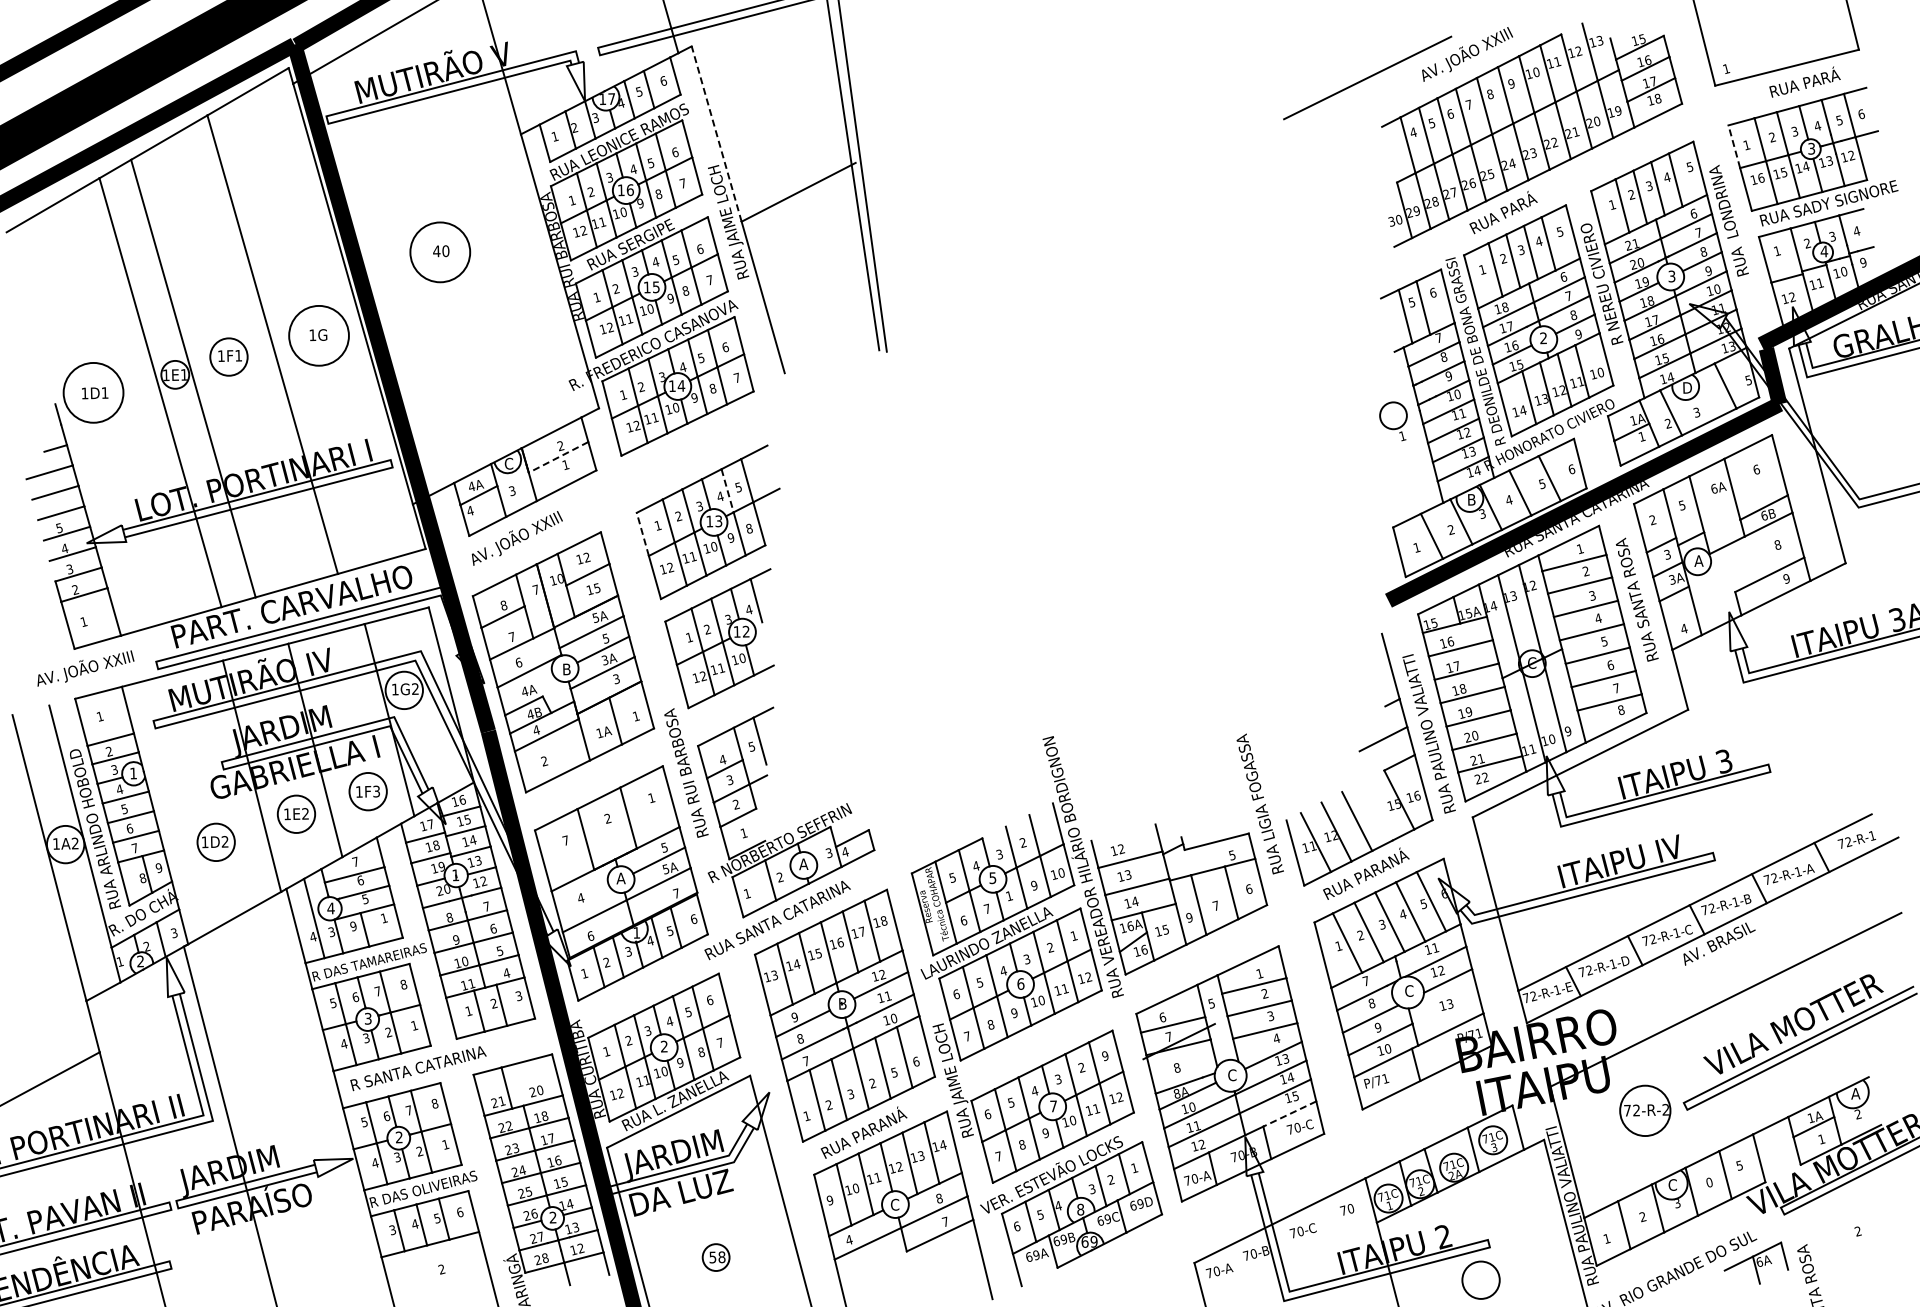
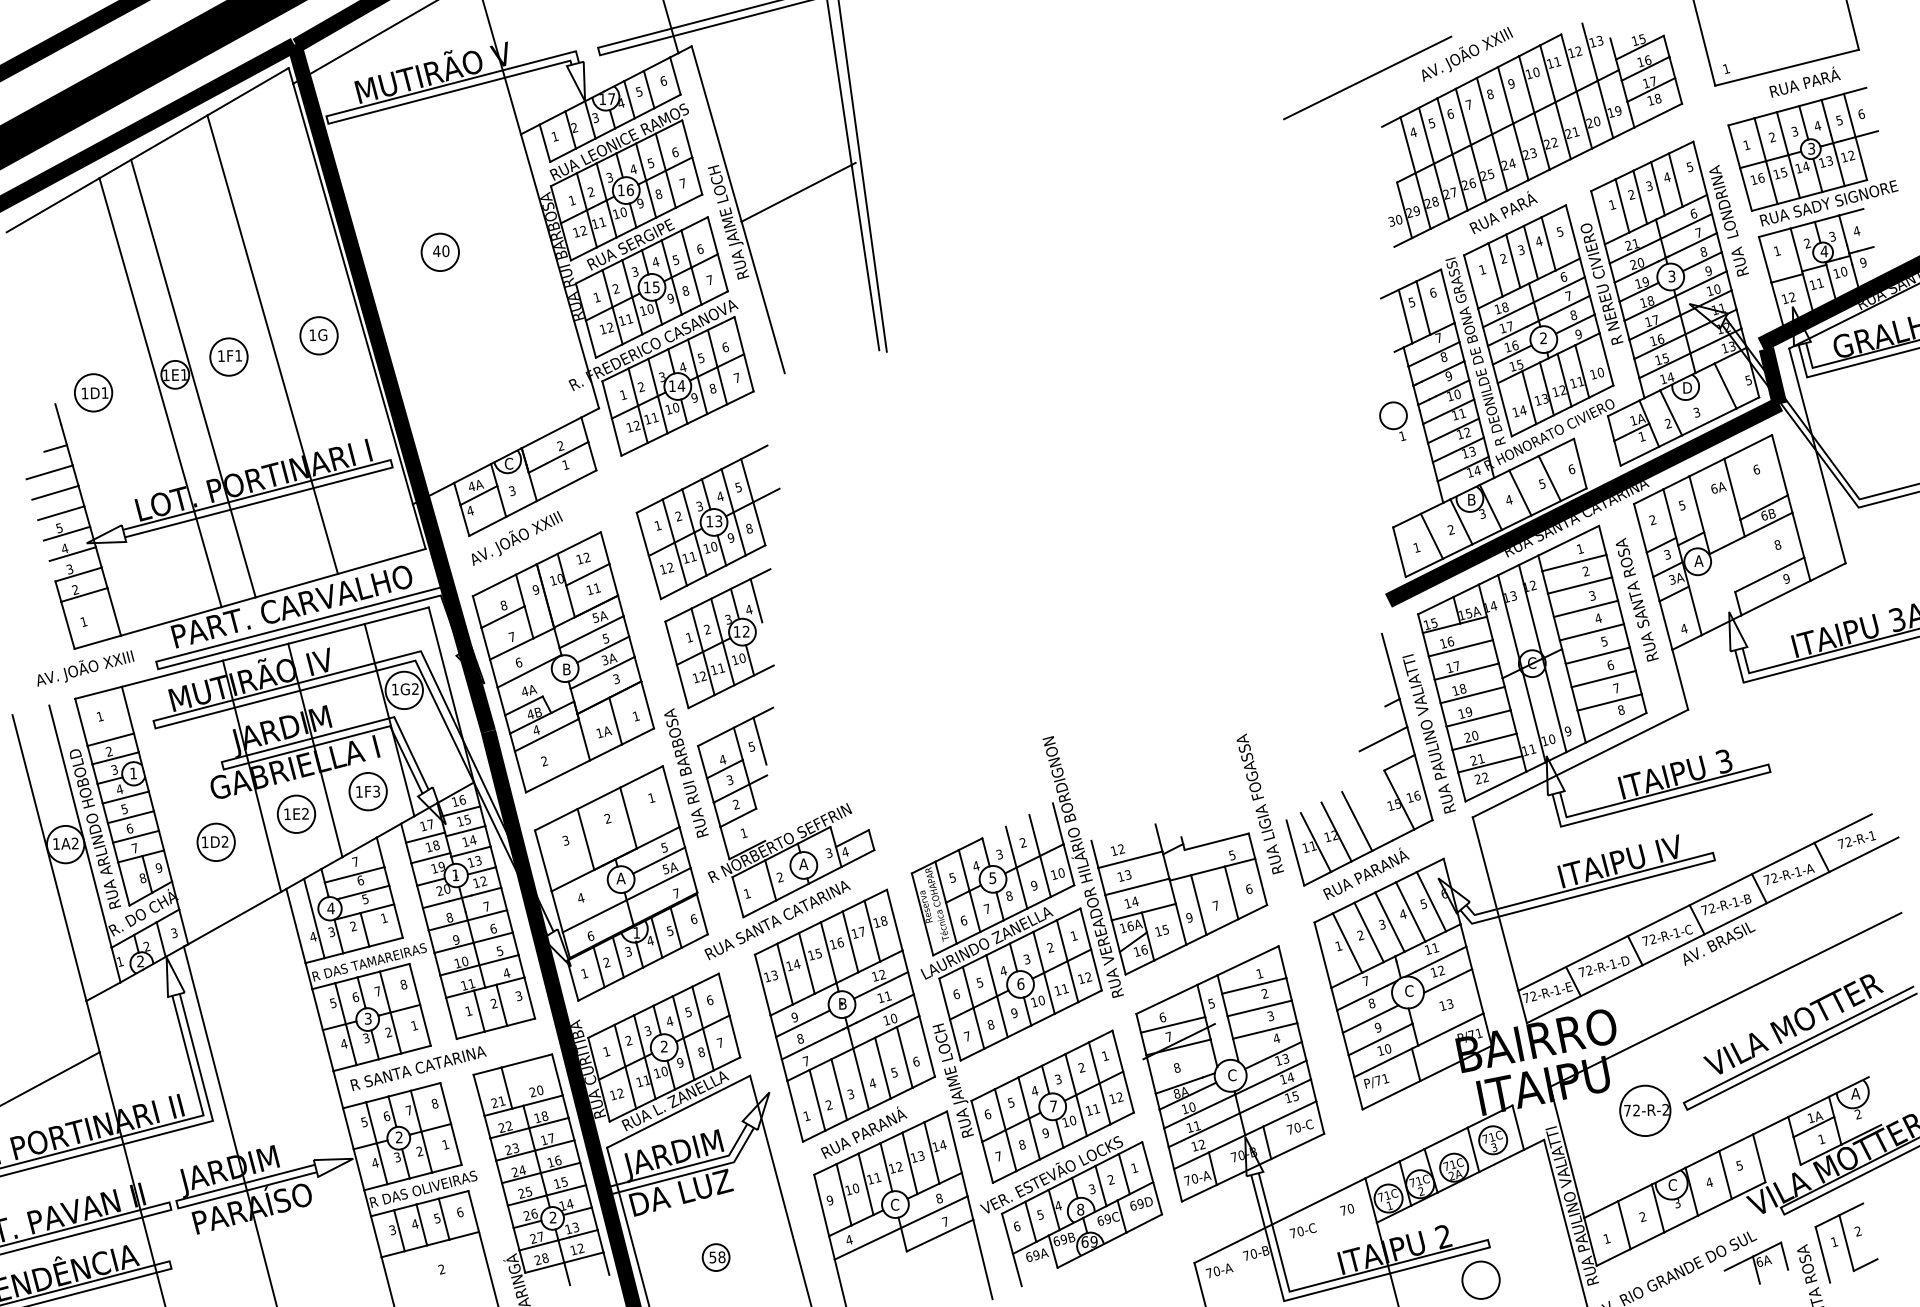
line at (716, 133): dashed -> solid
line at (1734, 146): dashed -> solid
circle at (440, 252) diameter: 60 px -> 37 px
circle at (318, 335) diameter: 60 px -> 37 px
circle at (93, 392) diameter: 60 px -> 37 px
line at (558, 457): dashed -> solid
line at (727, 491): dashed -> solid
line at (642, 533): dashed -> solid
text at (596, 588): 15 -> 11
text at (535, 589): 7 -> 9
text at (565, 840): 7 -> 3
text at (1009, 896): 1 -> 8
text at (353, 926): 9 -> 2
text at (1105, 1056): 9 -> 1
text at (872, 1083): 2 -> 4
line at (1289, 1114): dashed -> solid
text at (1709, 1182): 0 -> 4
part at (1846, 1242): none -> present
